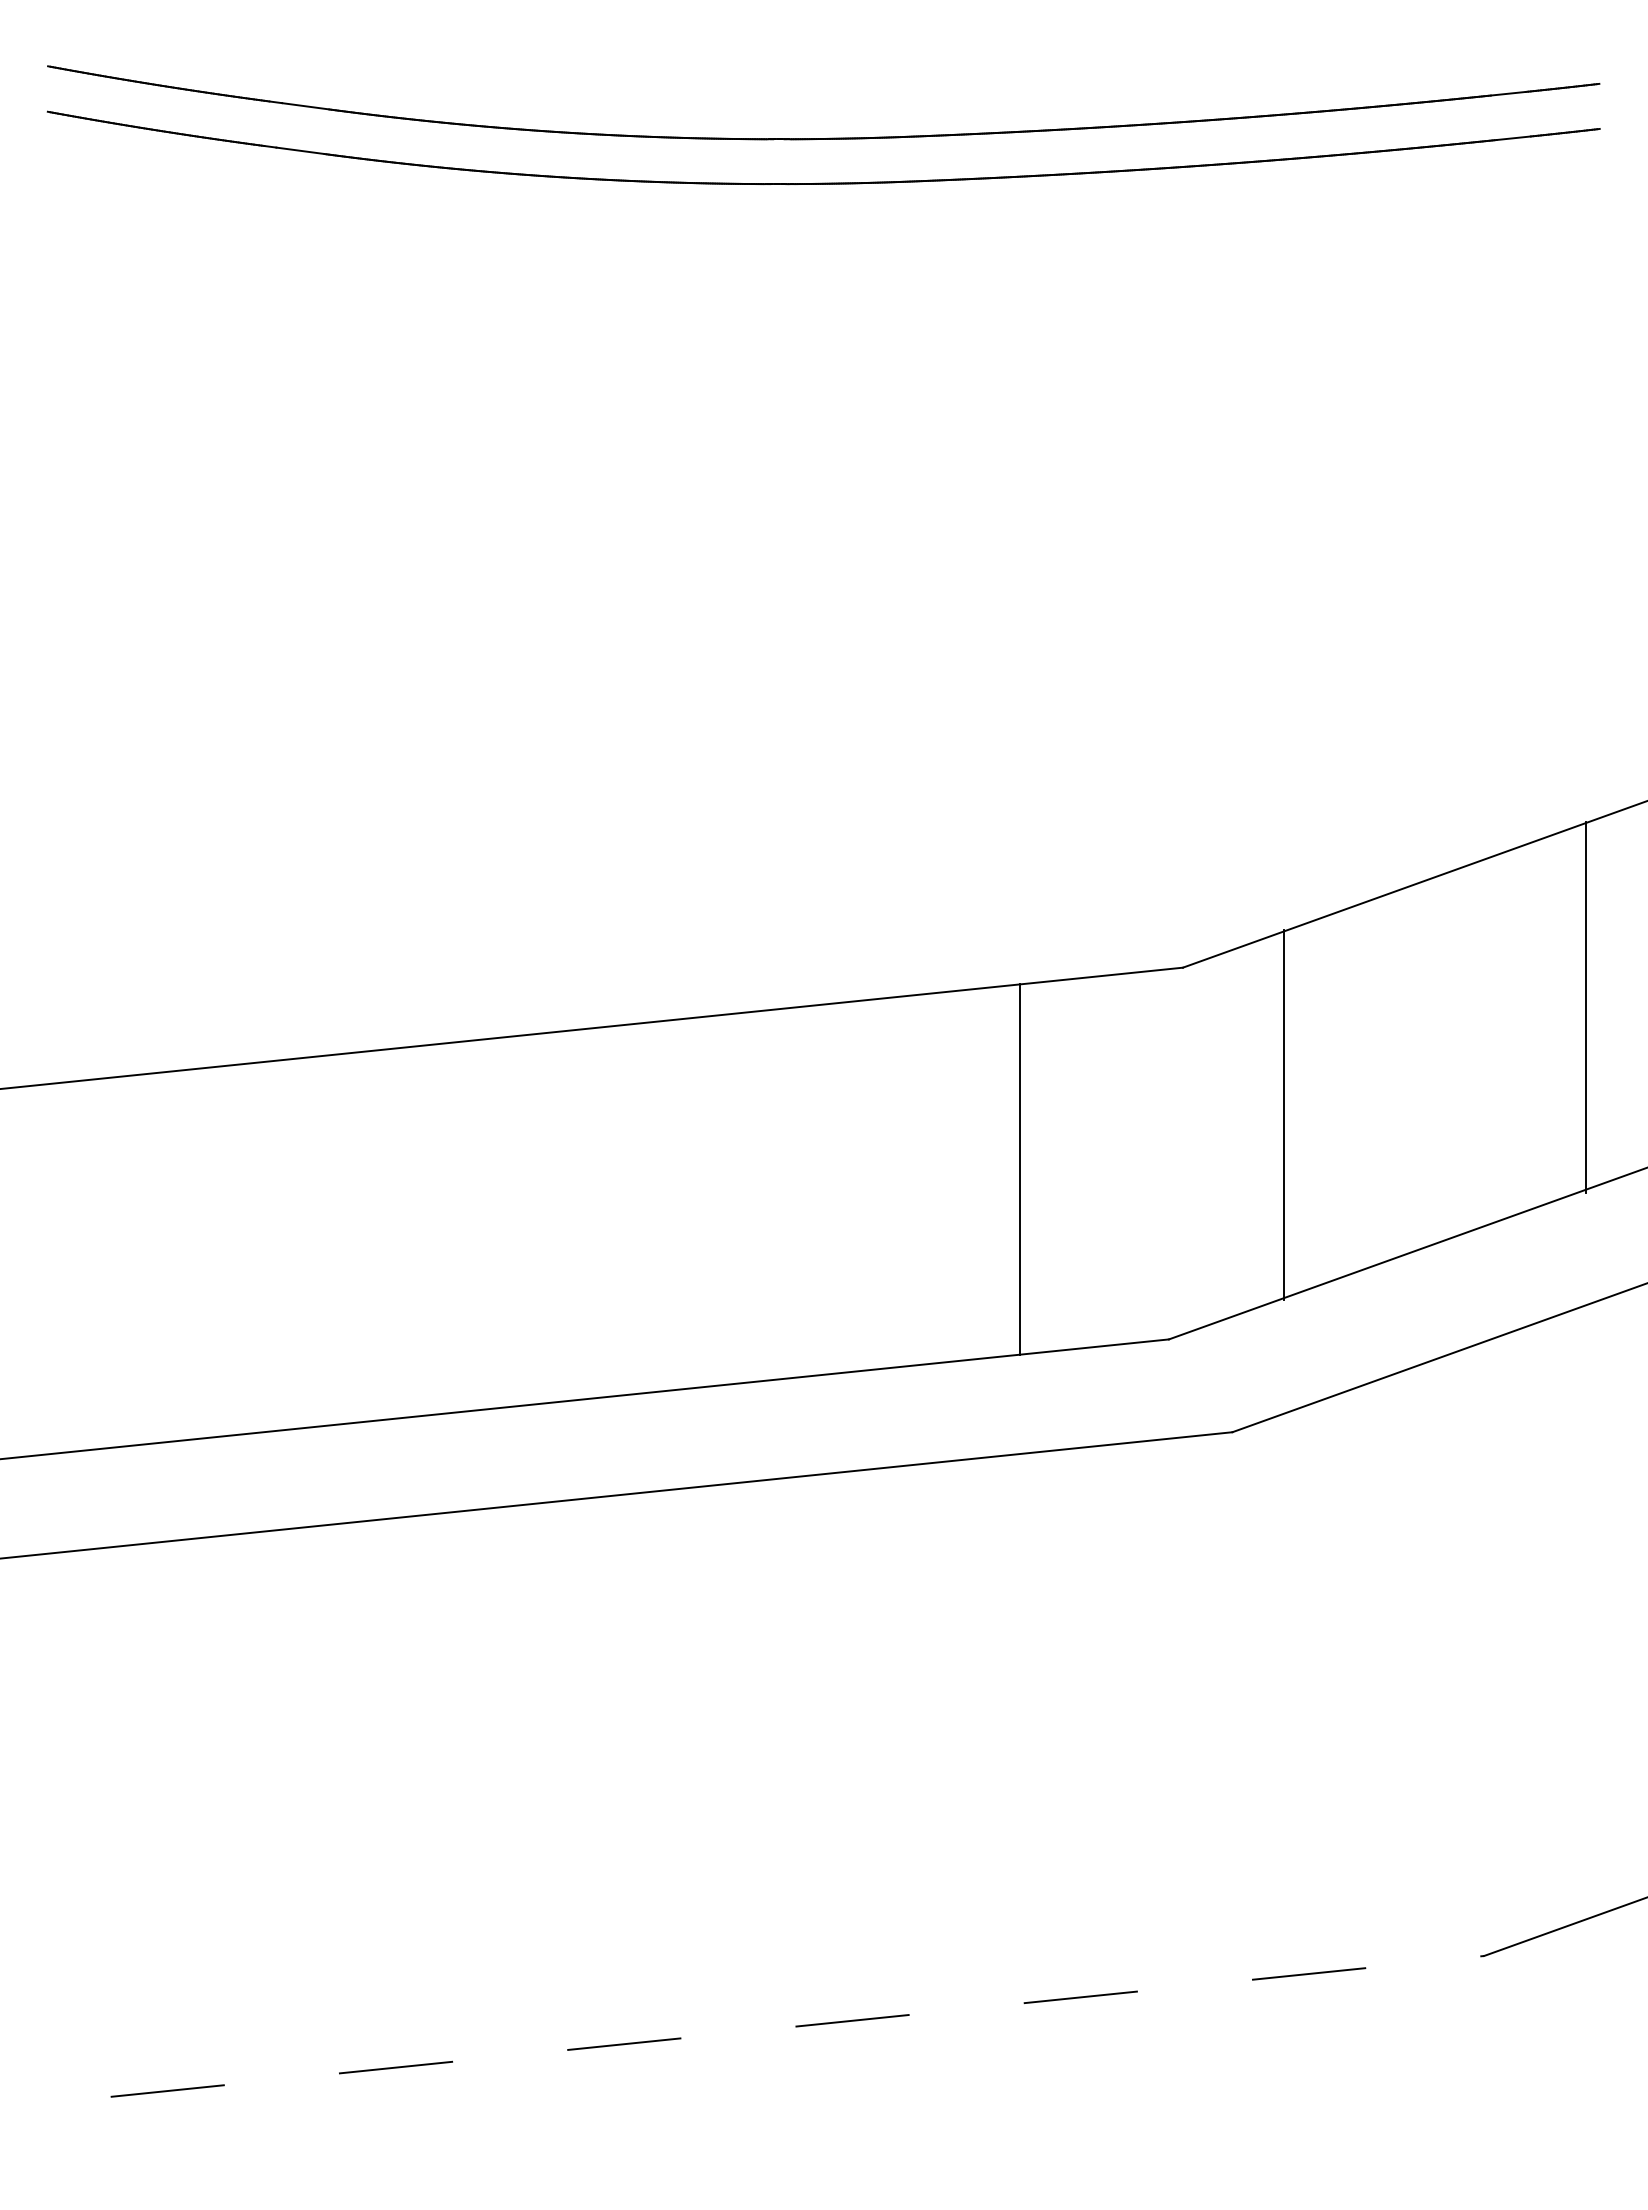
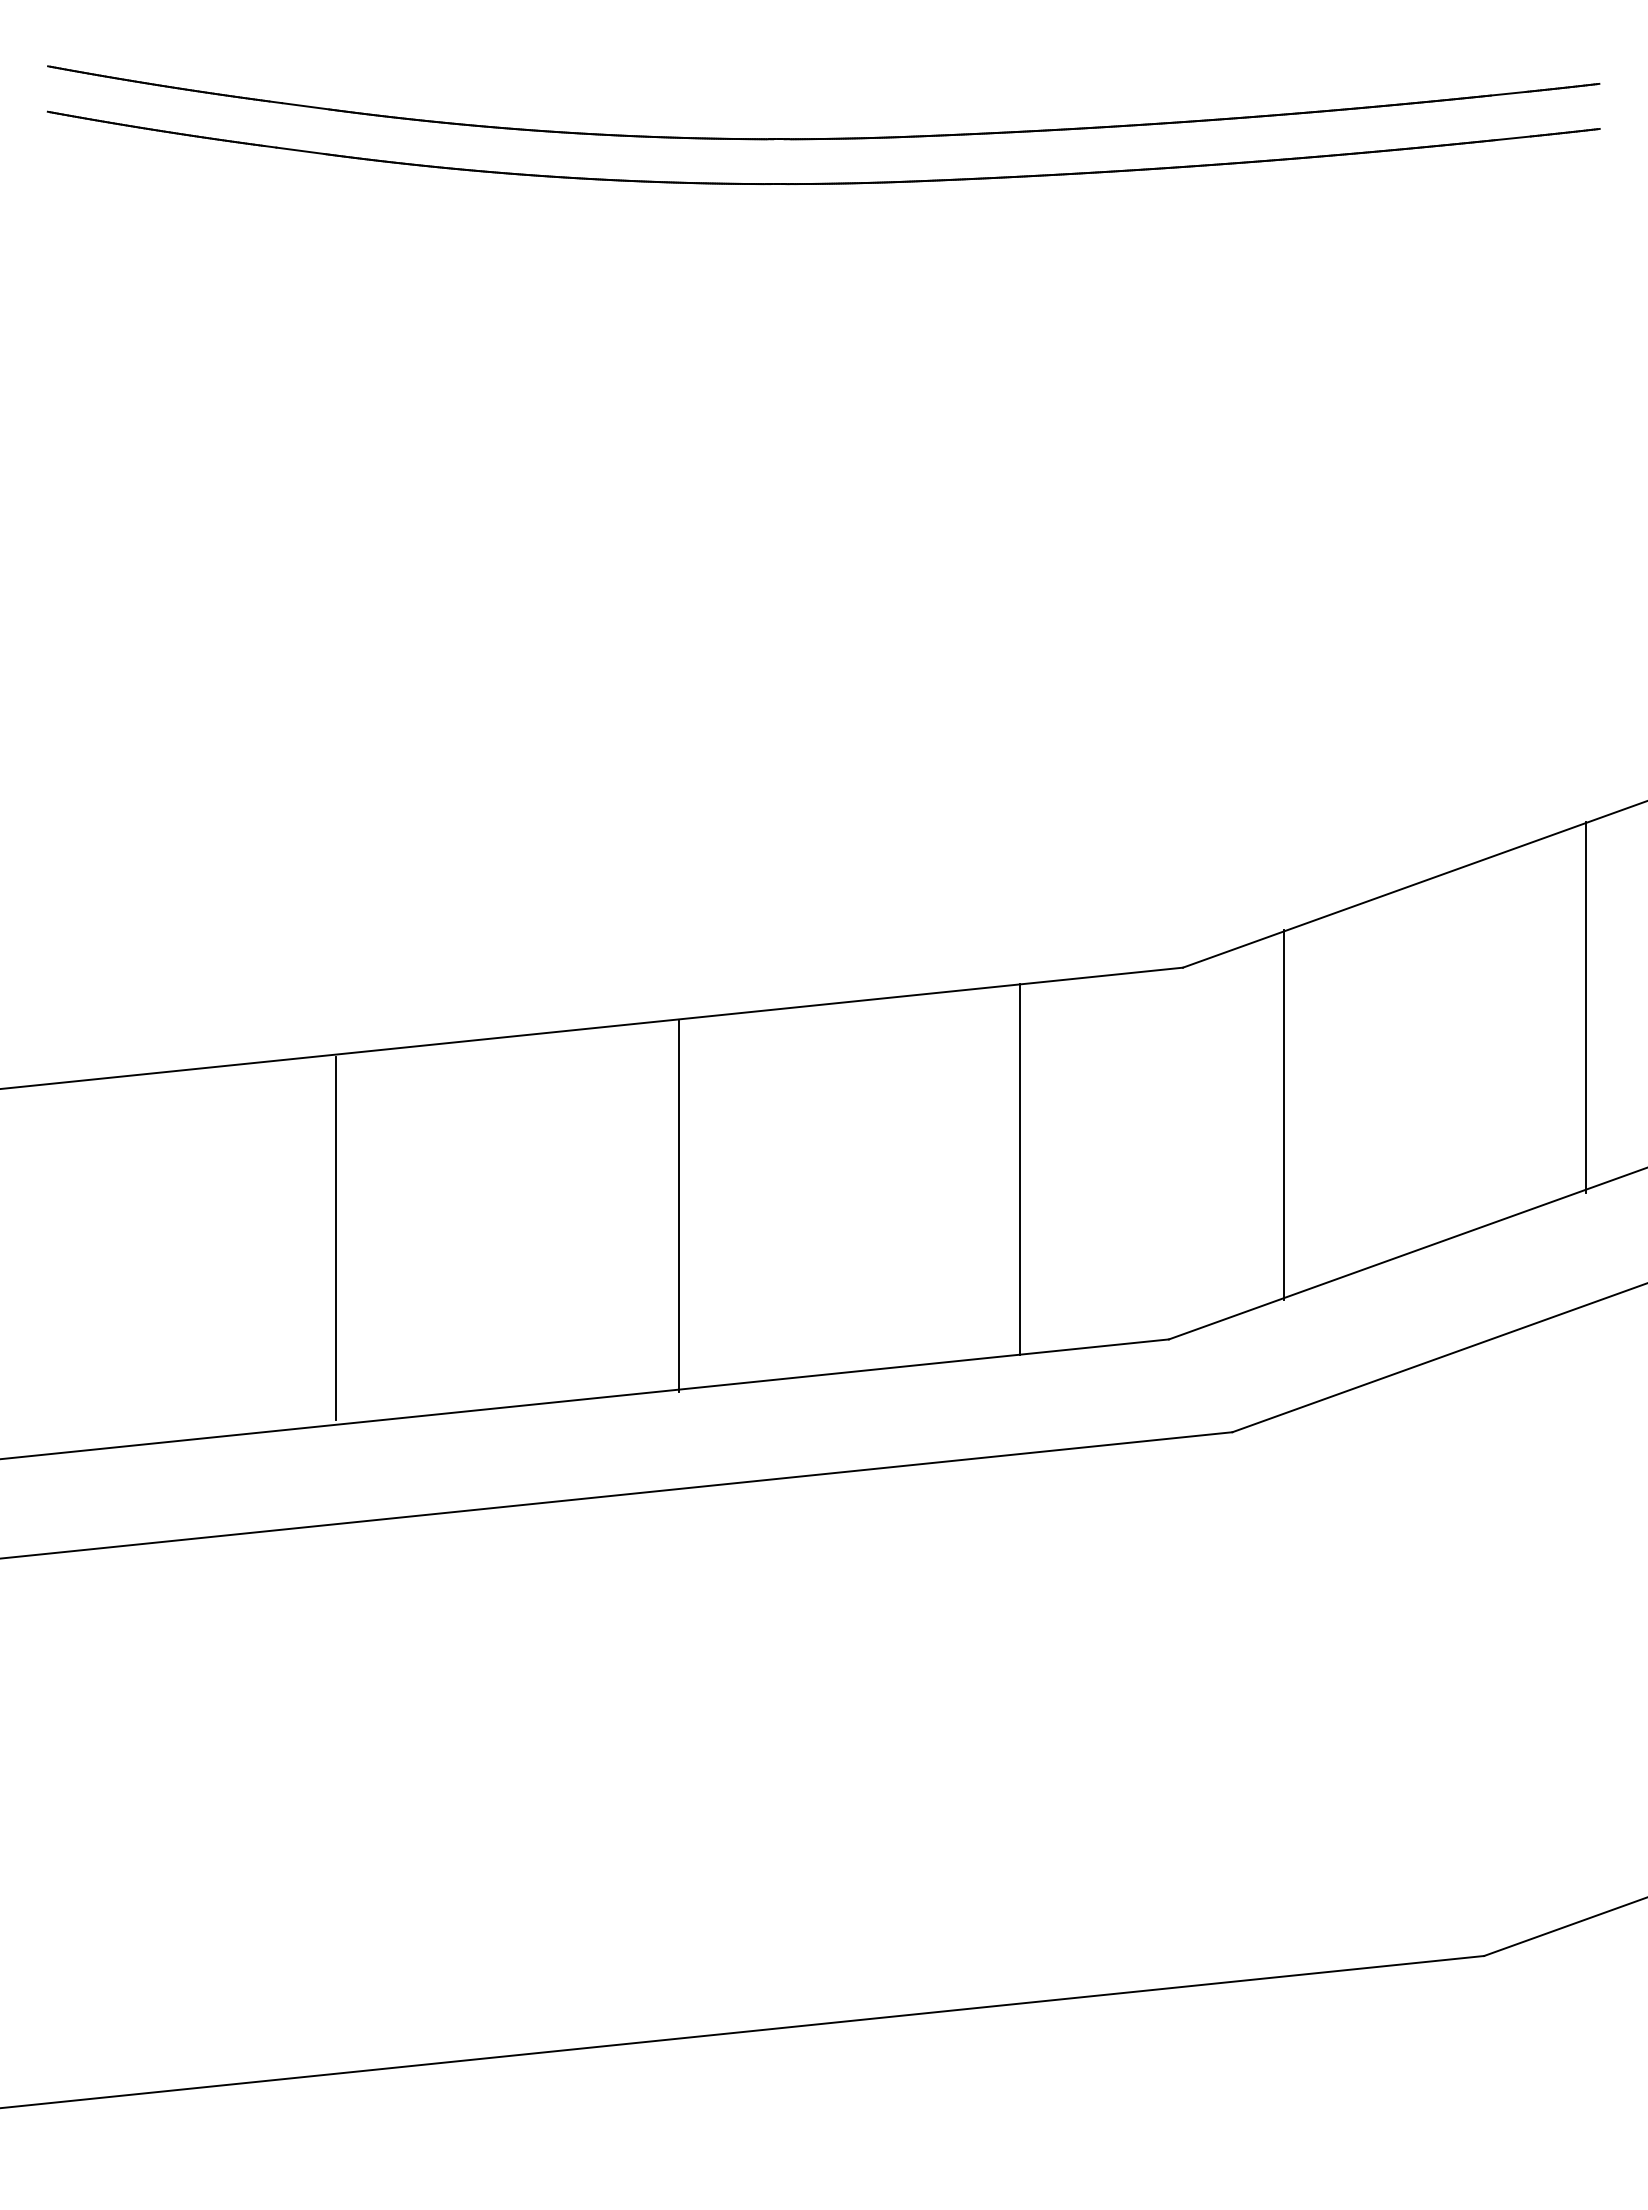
line at (678, 1205): none -> present
line at (335, 1238): none -> present
line at (742, 2032): dashed -> solid
